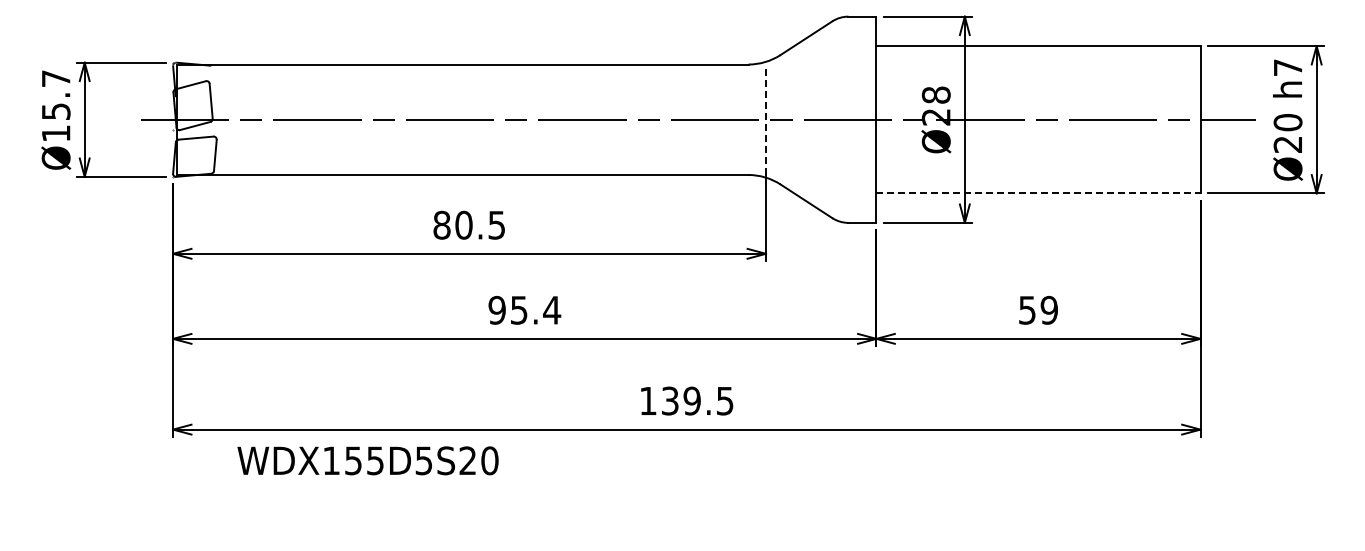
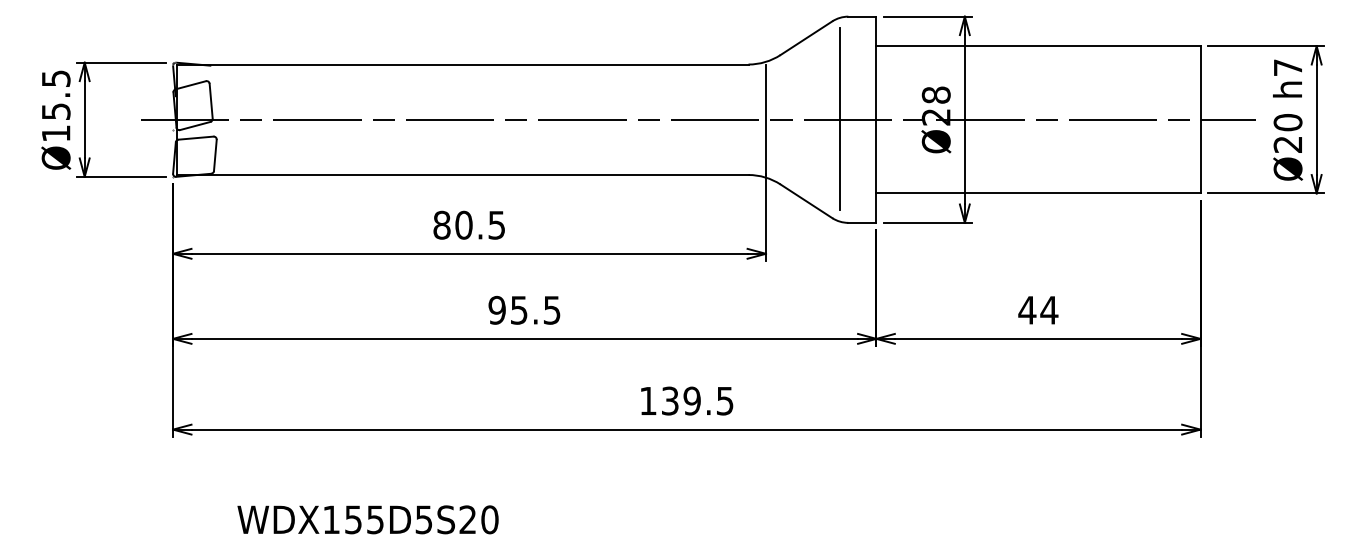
text at (56, 78): Ø15.7 -> Ø15.5
line at (839, 118): none -> present
line at (765, 119): dashed -> solid
line at (1039, 193): dashed -> solid
text at (1038, 309): 59 -> 44
text at (552, 310): 95.4 -> 95.5
text at (367, 460) position: (367, 460) -> (367, 519)
